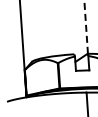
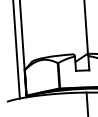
line at (86, 27): dashed -> solid
line at (16, 50): none -> present
